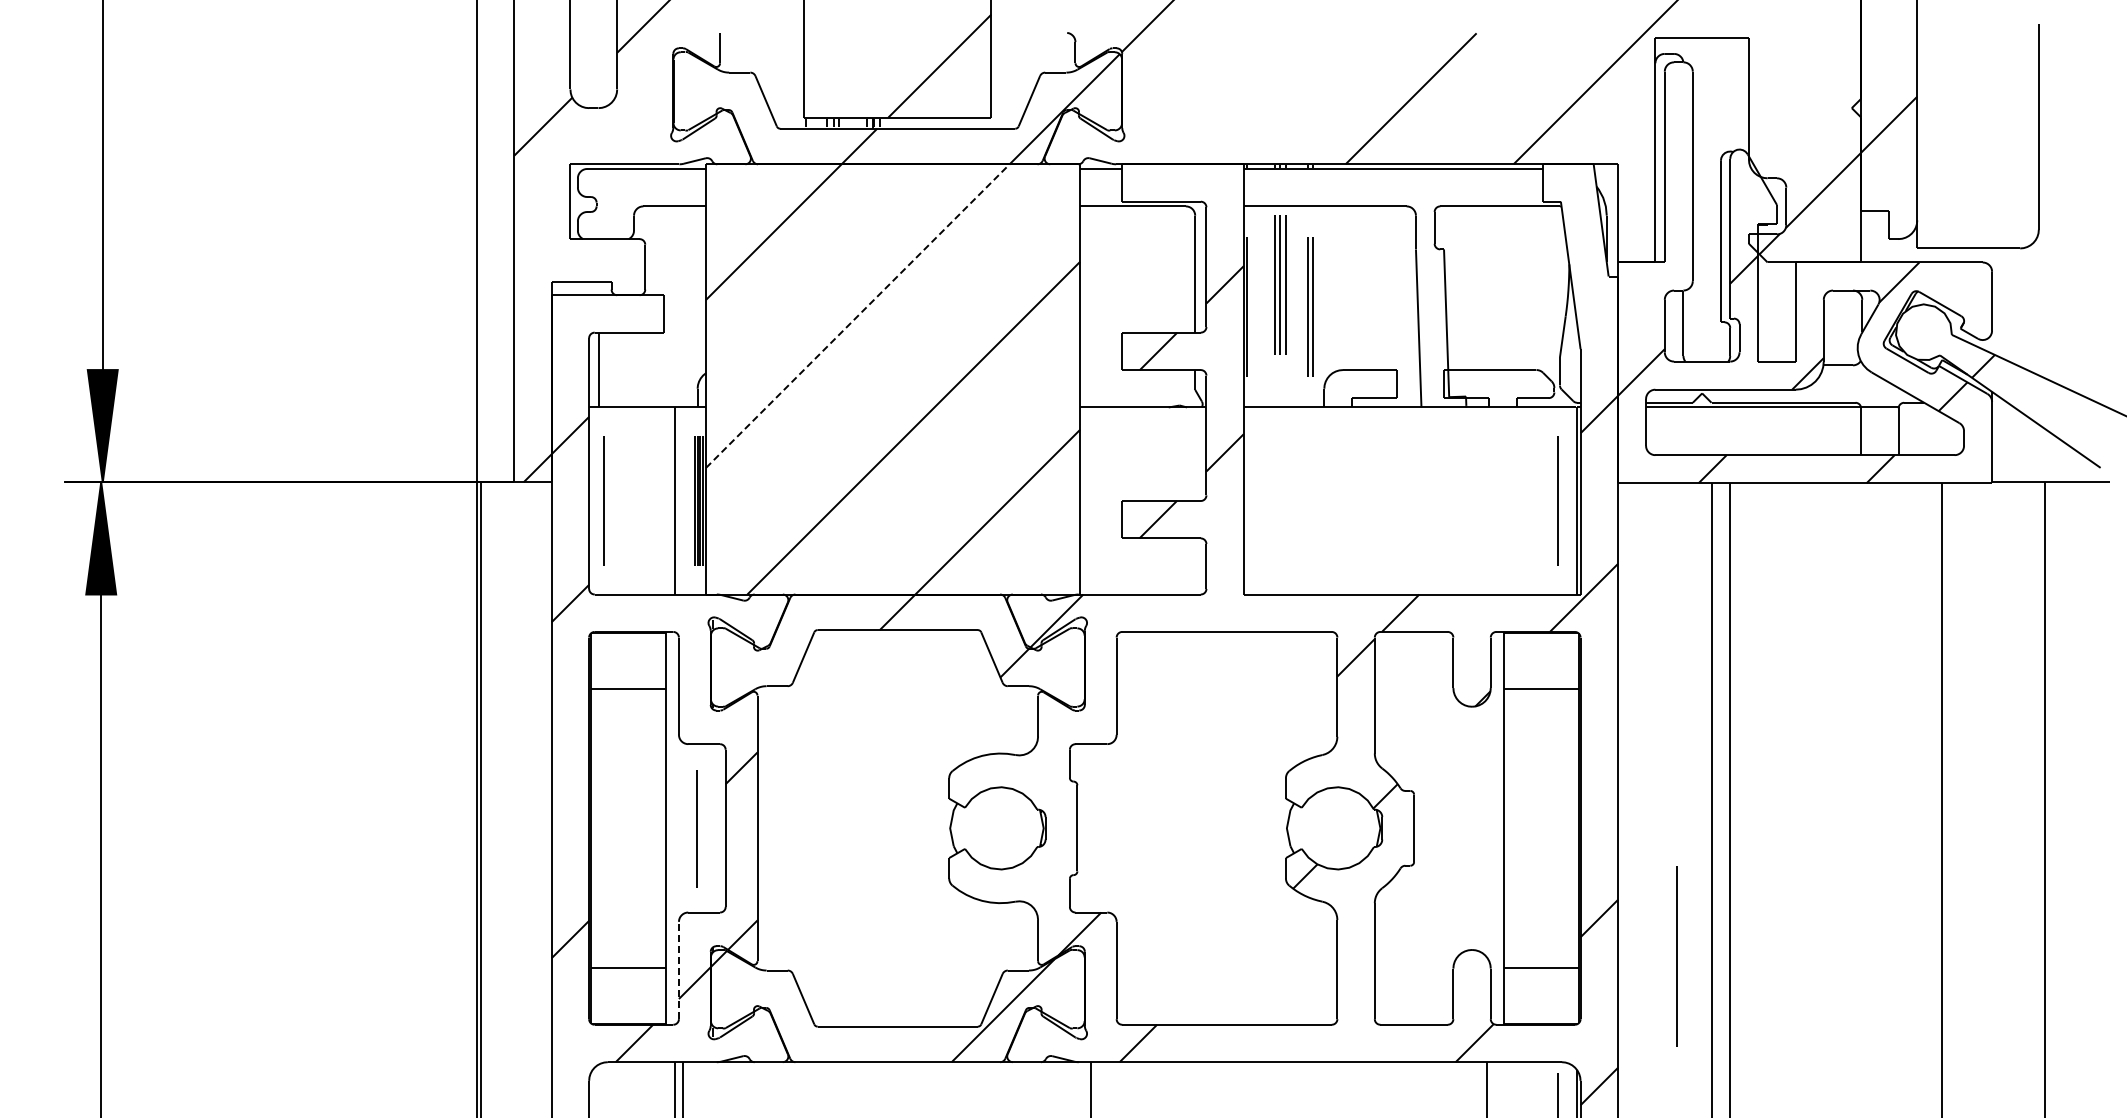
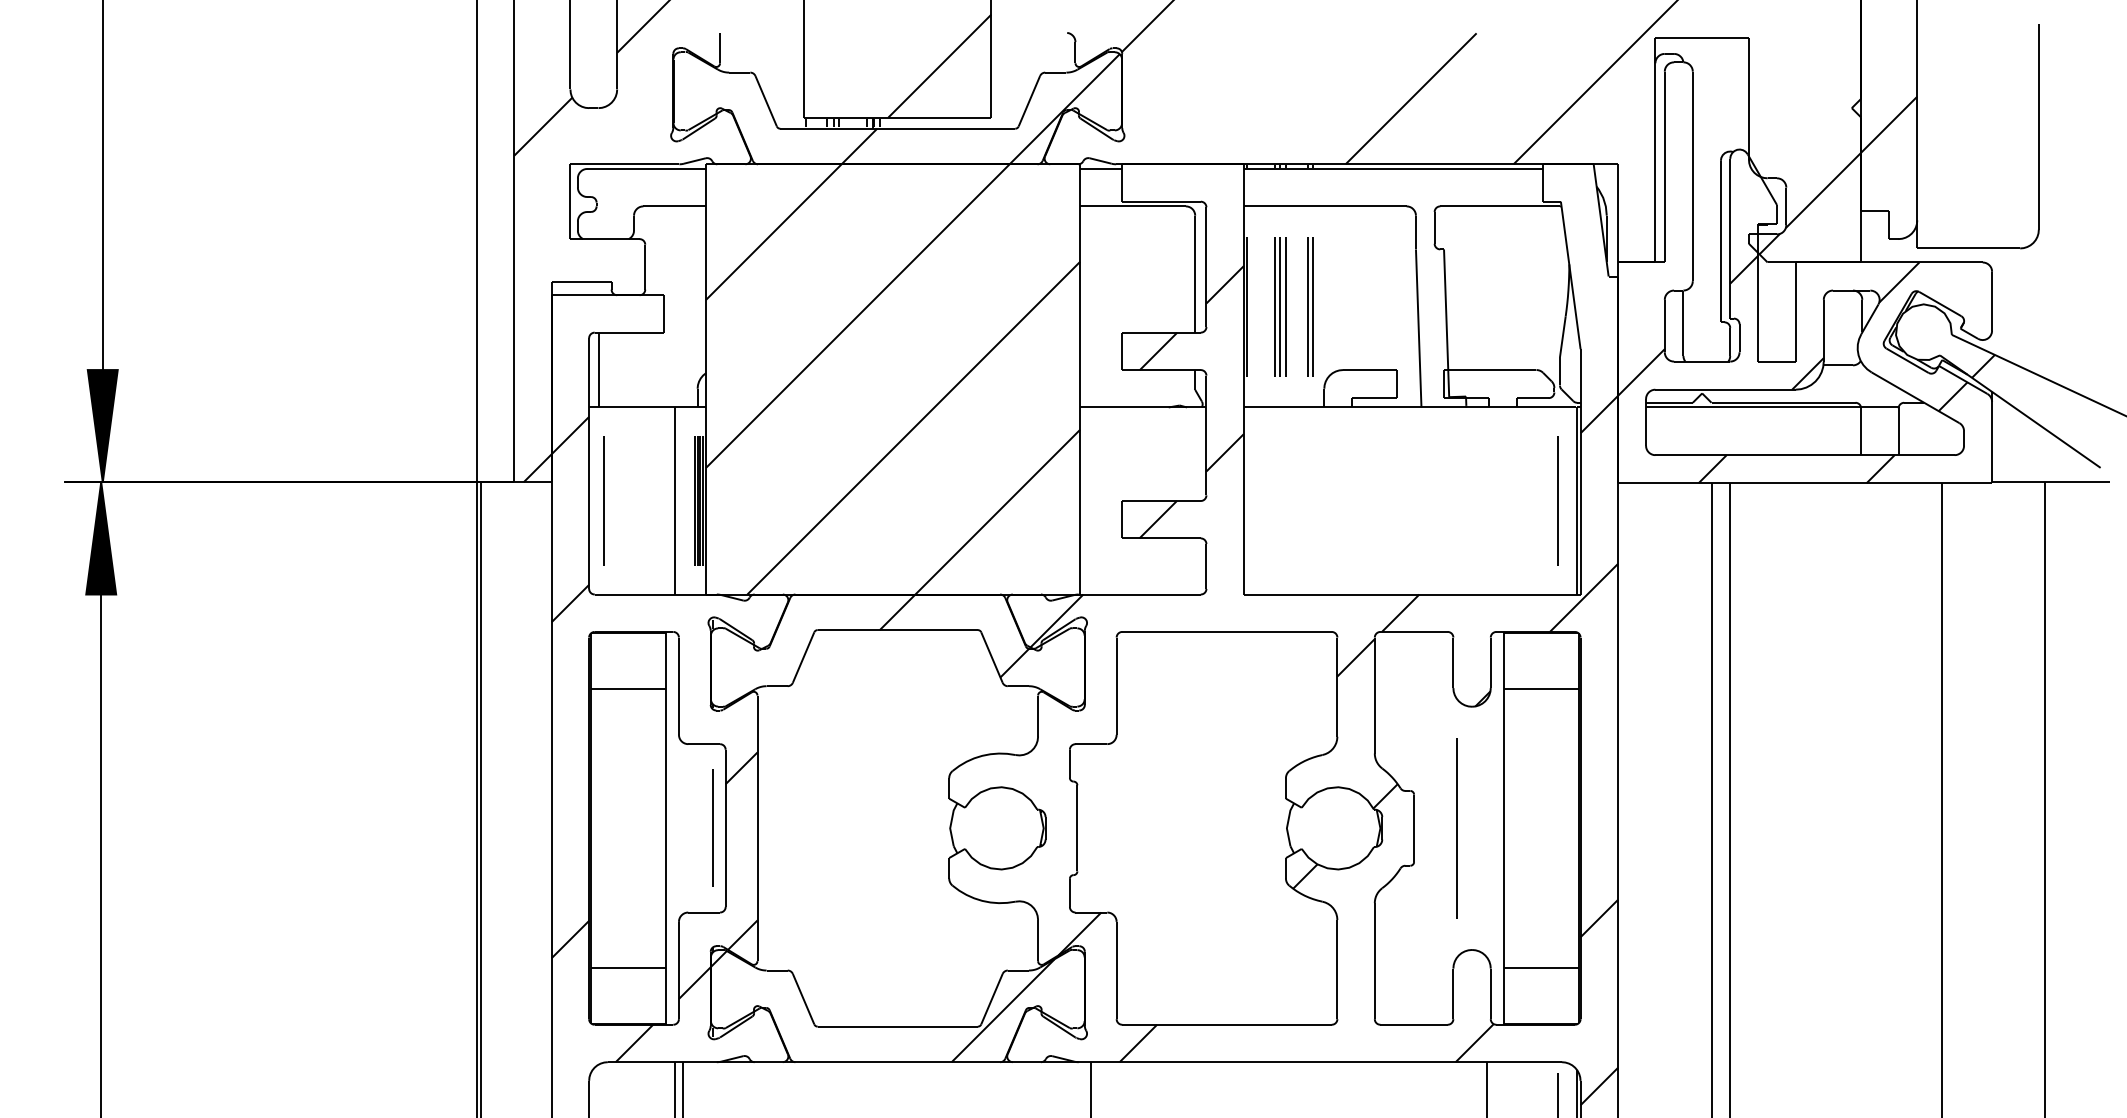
part at (1280, 284) position: (1280, 284) -> (1280, 306)
line at (857, 316): dashed -> solid
line at (696, 828) position: (696, 828) -> (712, 827)
line at (1676, 956) position: (1676, 956) -> (1456, 828)
line at (678, 970): dashed -> solid
